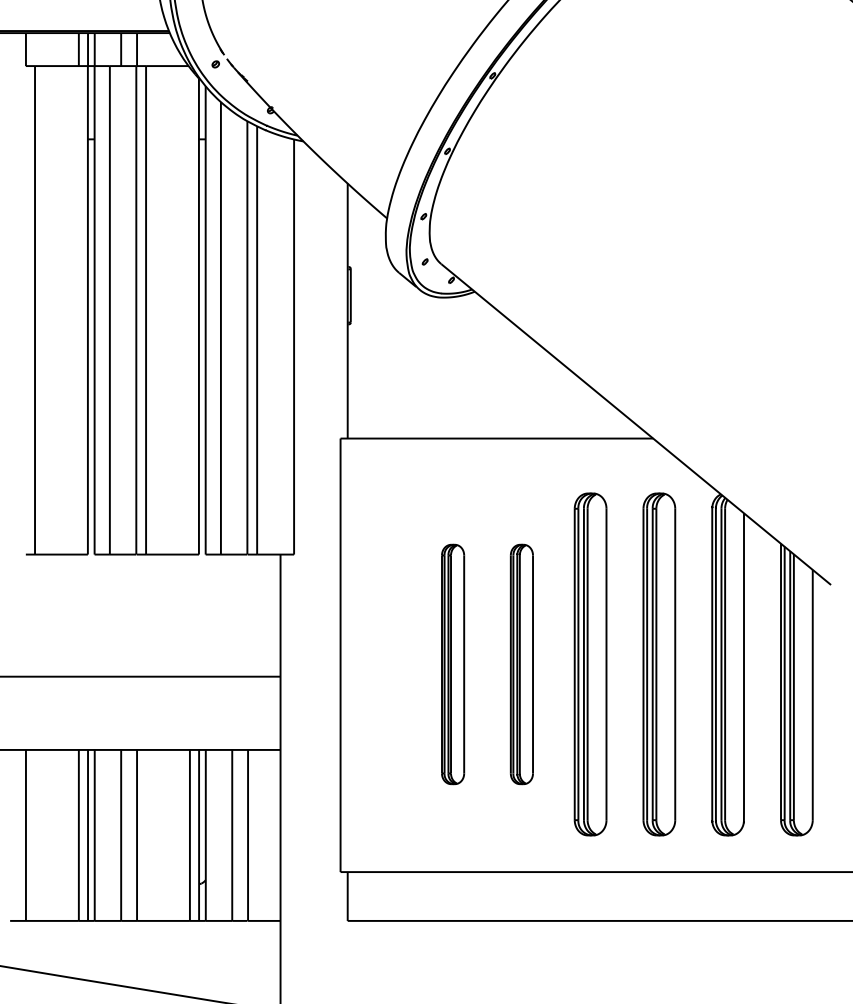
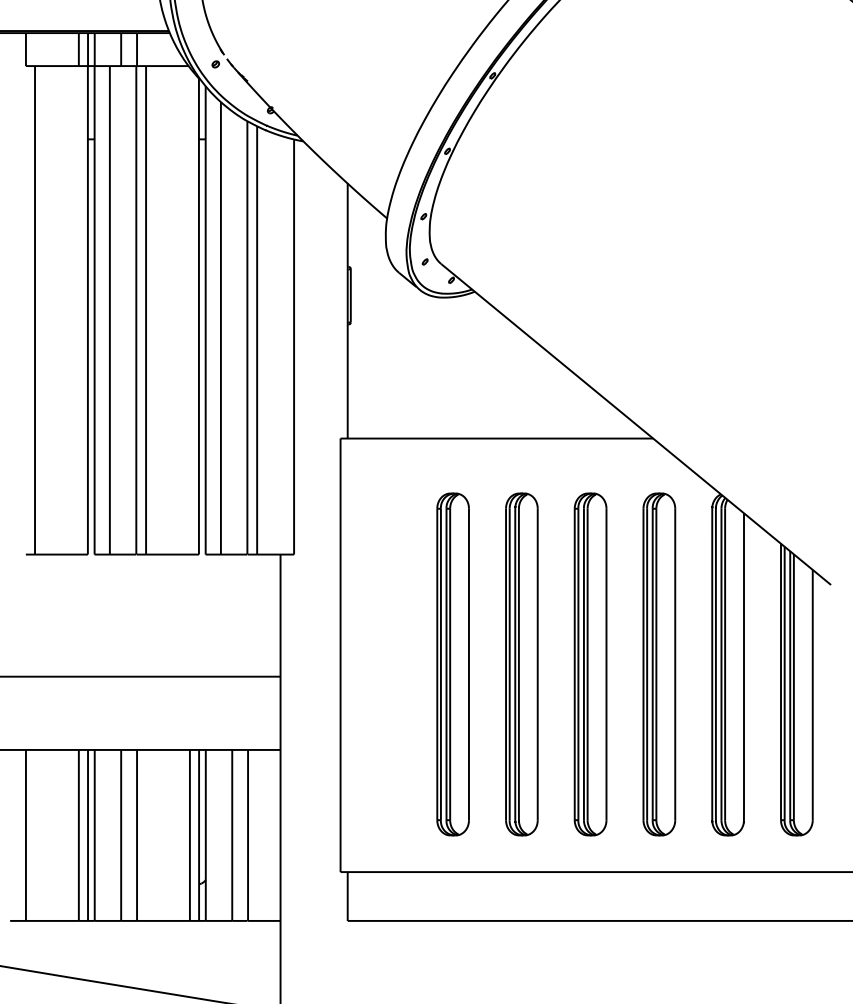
part at (453, 664) size: 25x243 px -> 34x345 px
part at (521, 664) size: 25x243 px -> 34x345 px
